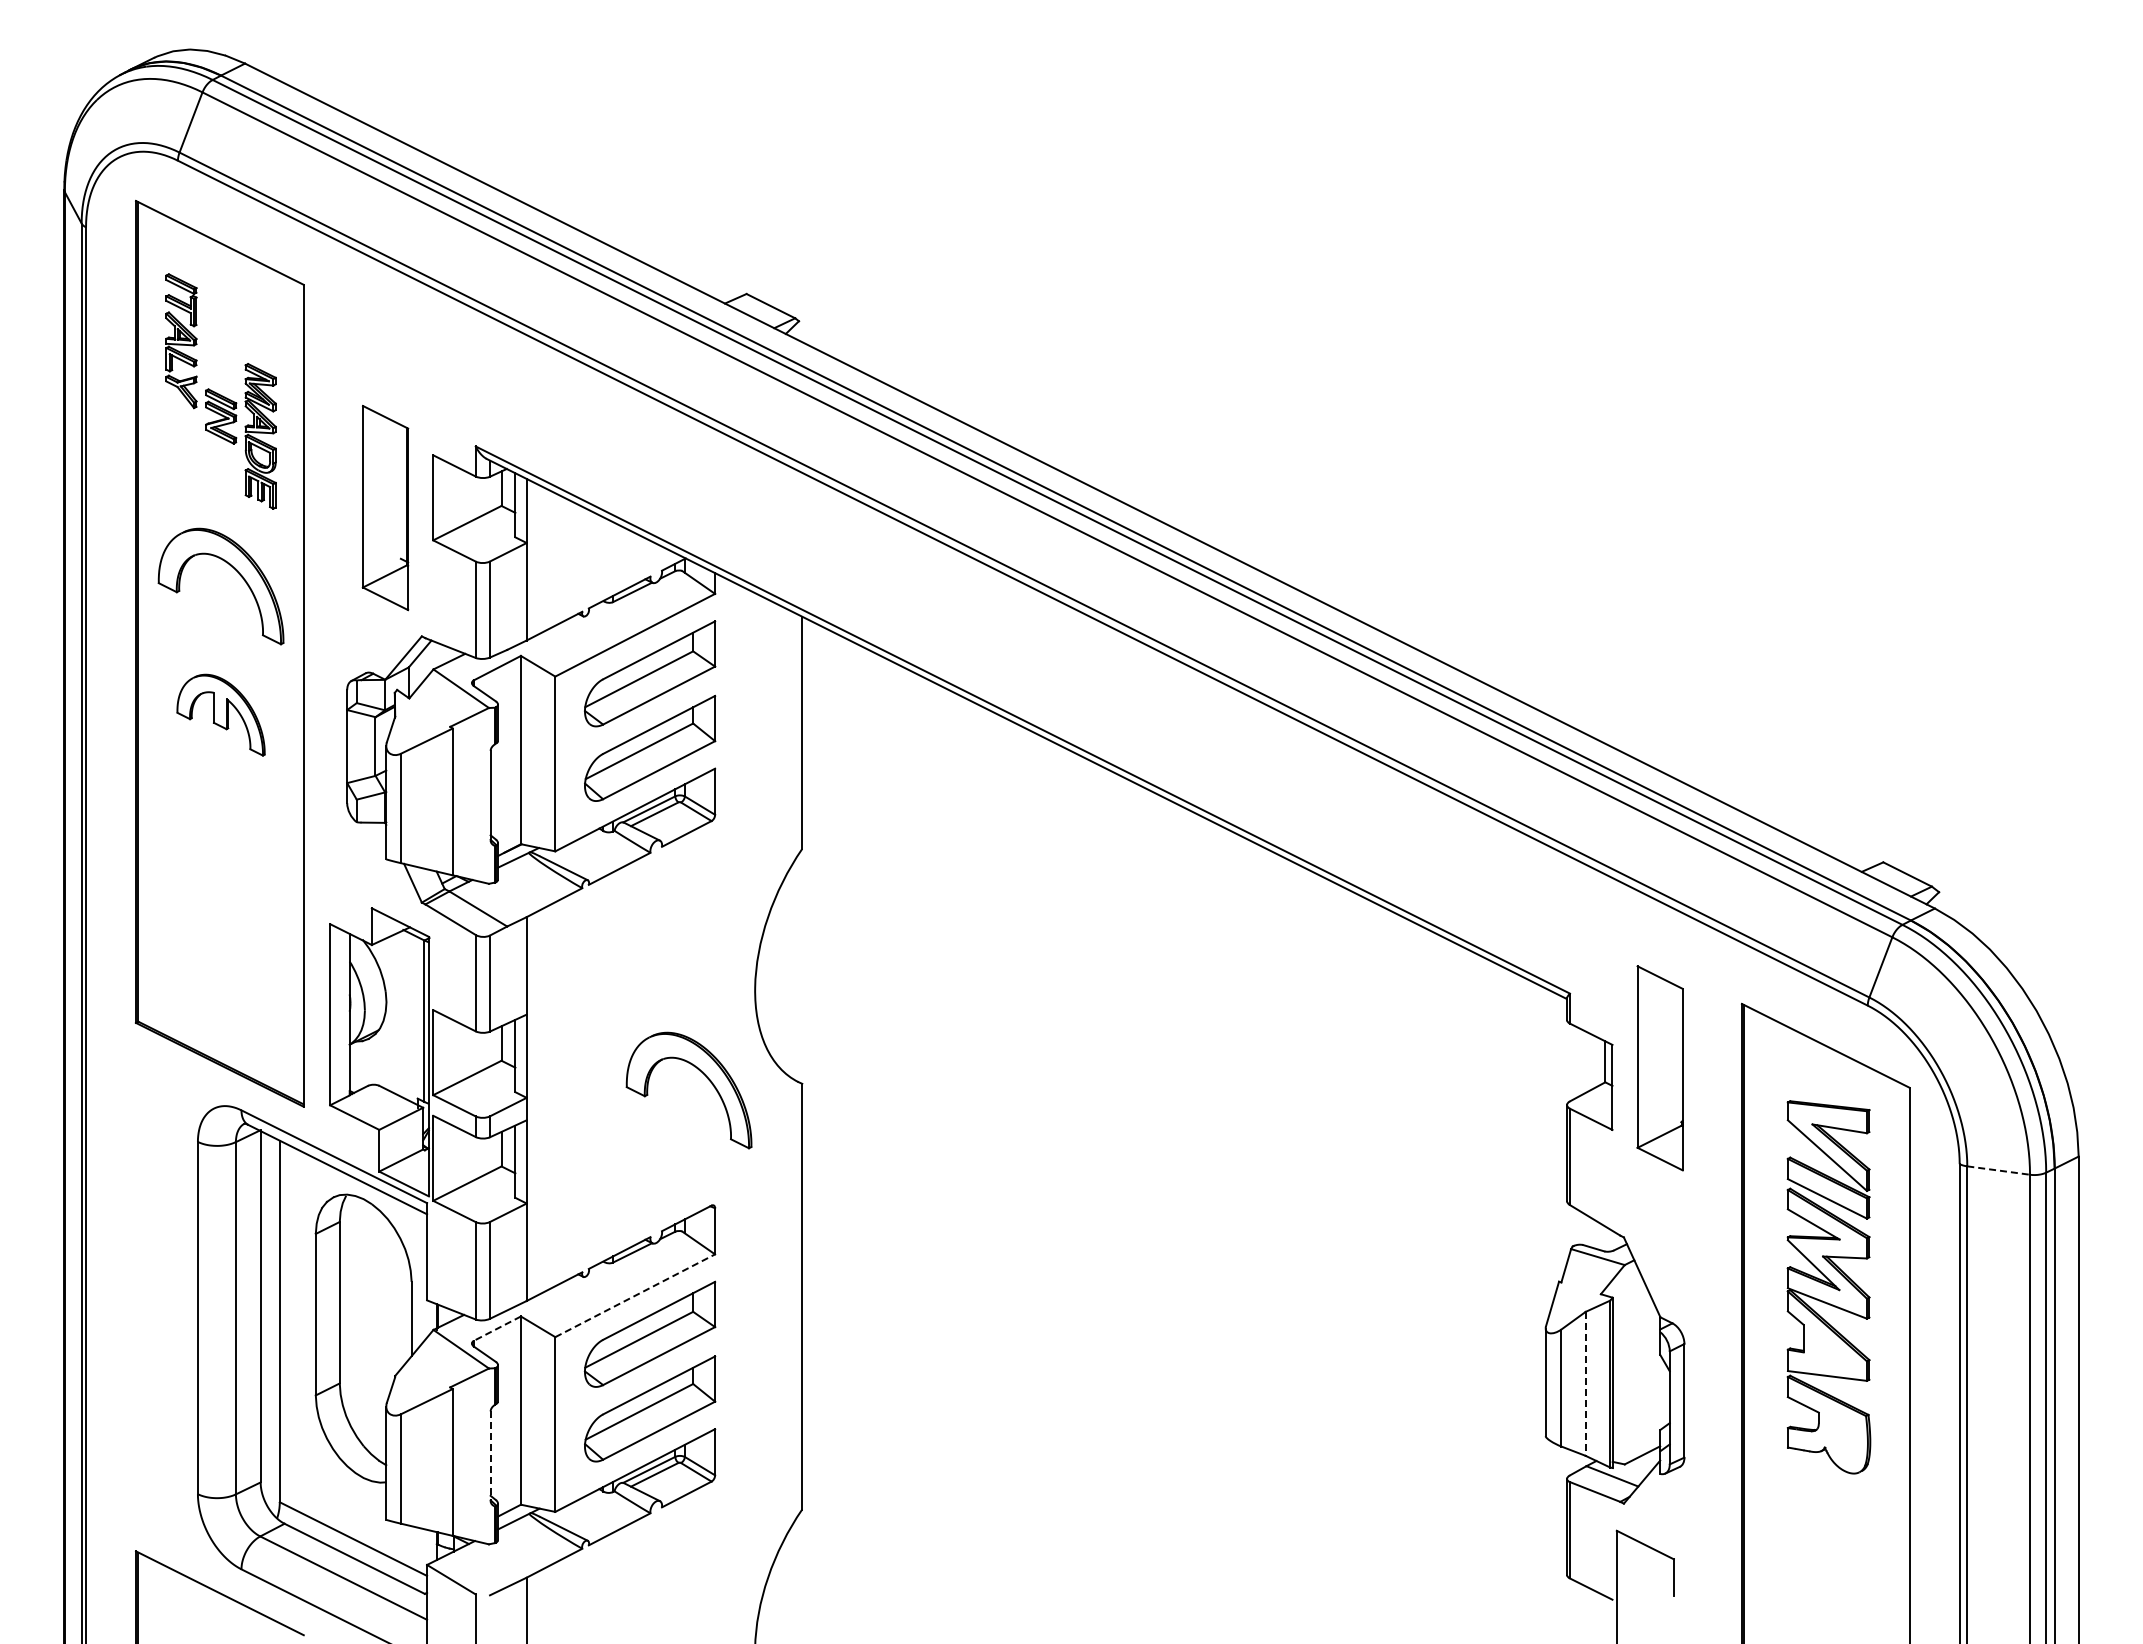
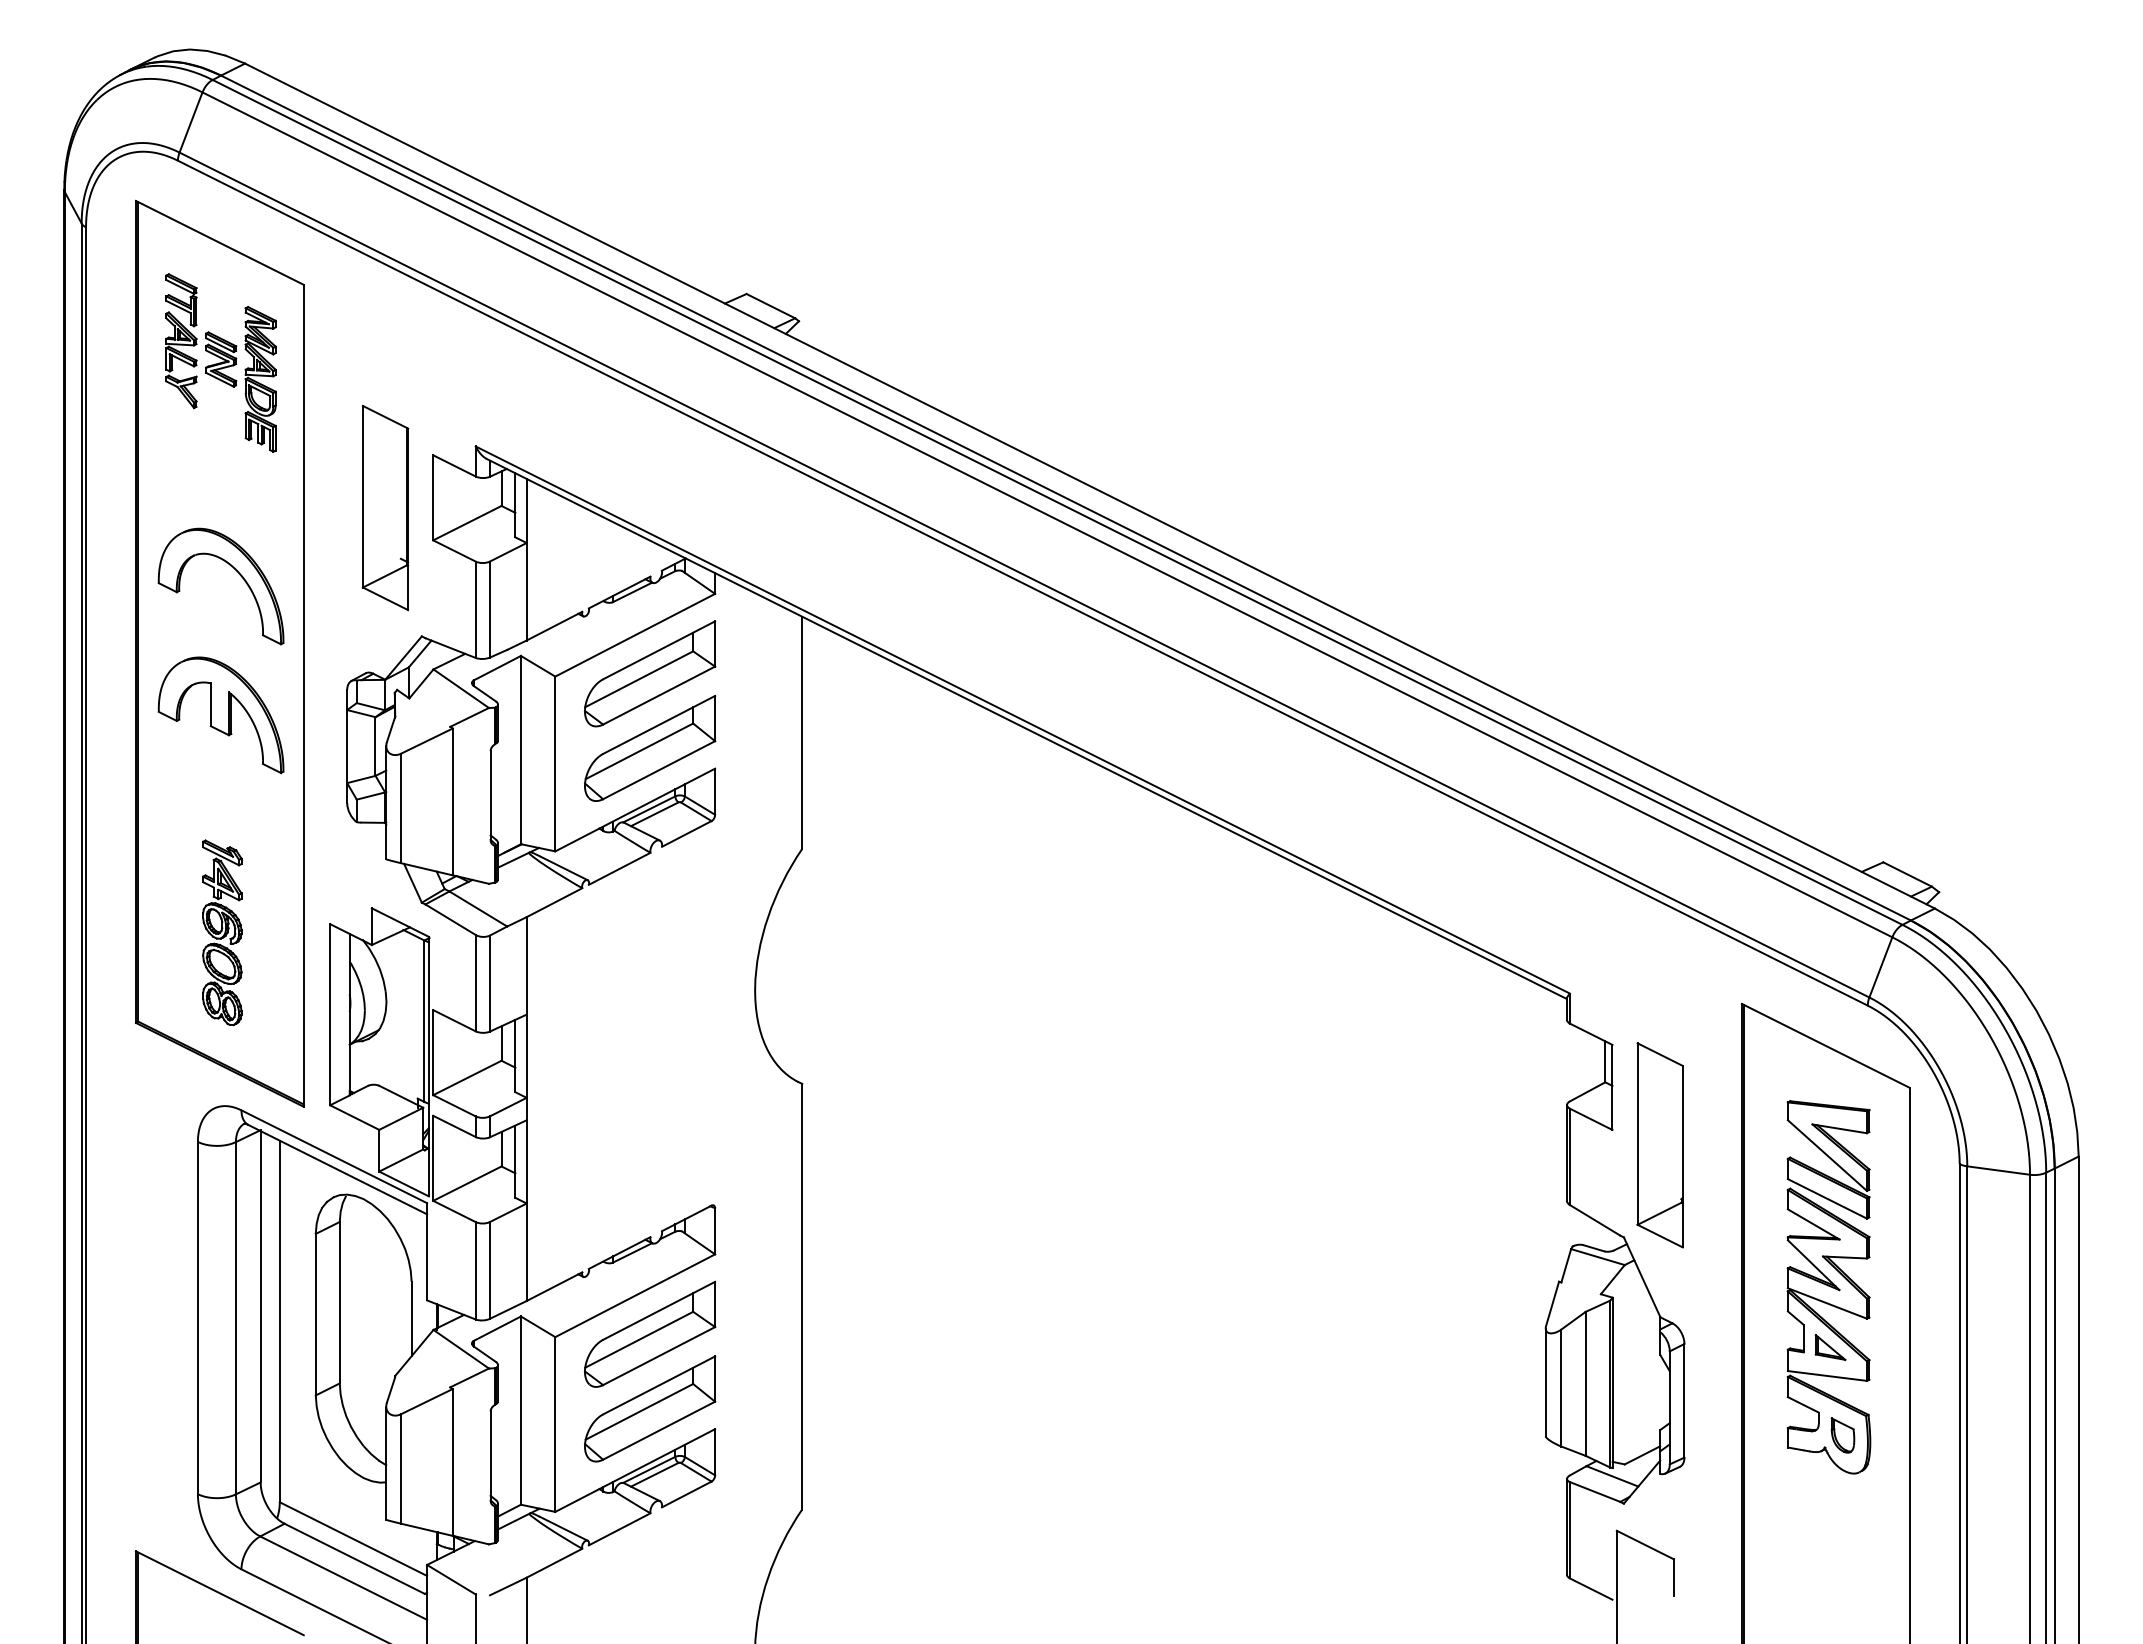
part at (240, 436) position: (240, 436) -> (240, 379)
part at (220, 714) size: 90x84 px -> 128x118 px
part at (222, 932): none -> present
part at (1659, 1068) position: (1659, 1068) -> (1659, 1145)
part at (703, 1074): present -> none
line at (1998, 1170): dashed -> solid
line at (635, 1295): dashed -> solid
line at (497, 1328): dashed -> solid
part at (1830, 1347): none -> present
line at (1585, 1383): dashed -> solid
part at (1842, 1435): none -> present
line at (490, 1456): dashed -> solid
